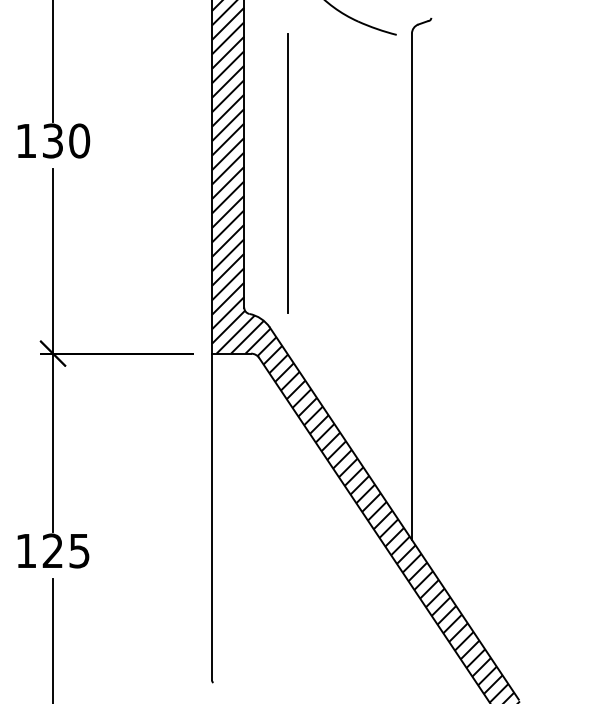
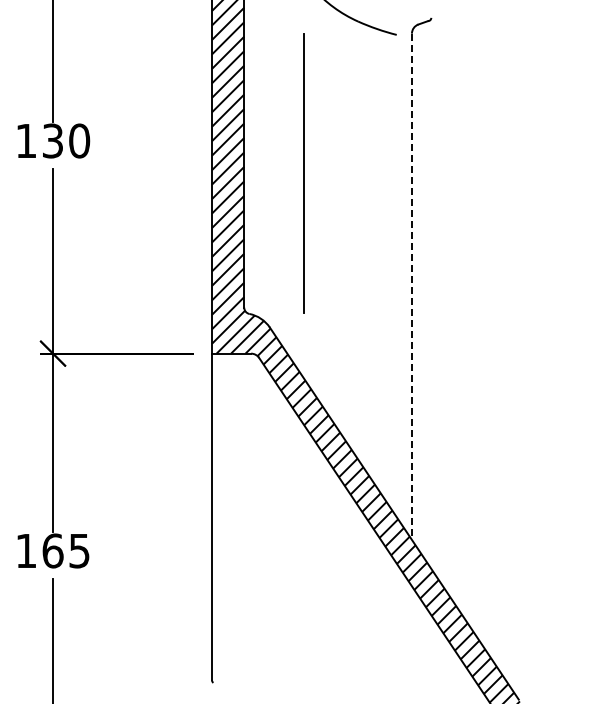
line at (287, 173) position: (287, 173) -> (303, 173)
line at (411, 287): solid -> dashed
text at (52, 550): 125 -> 165
